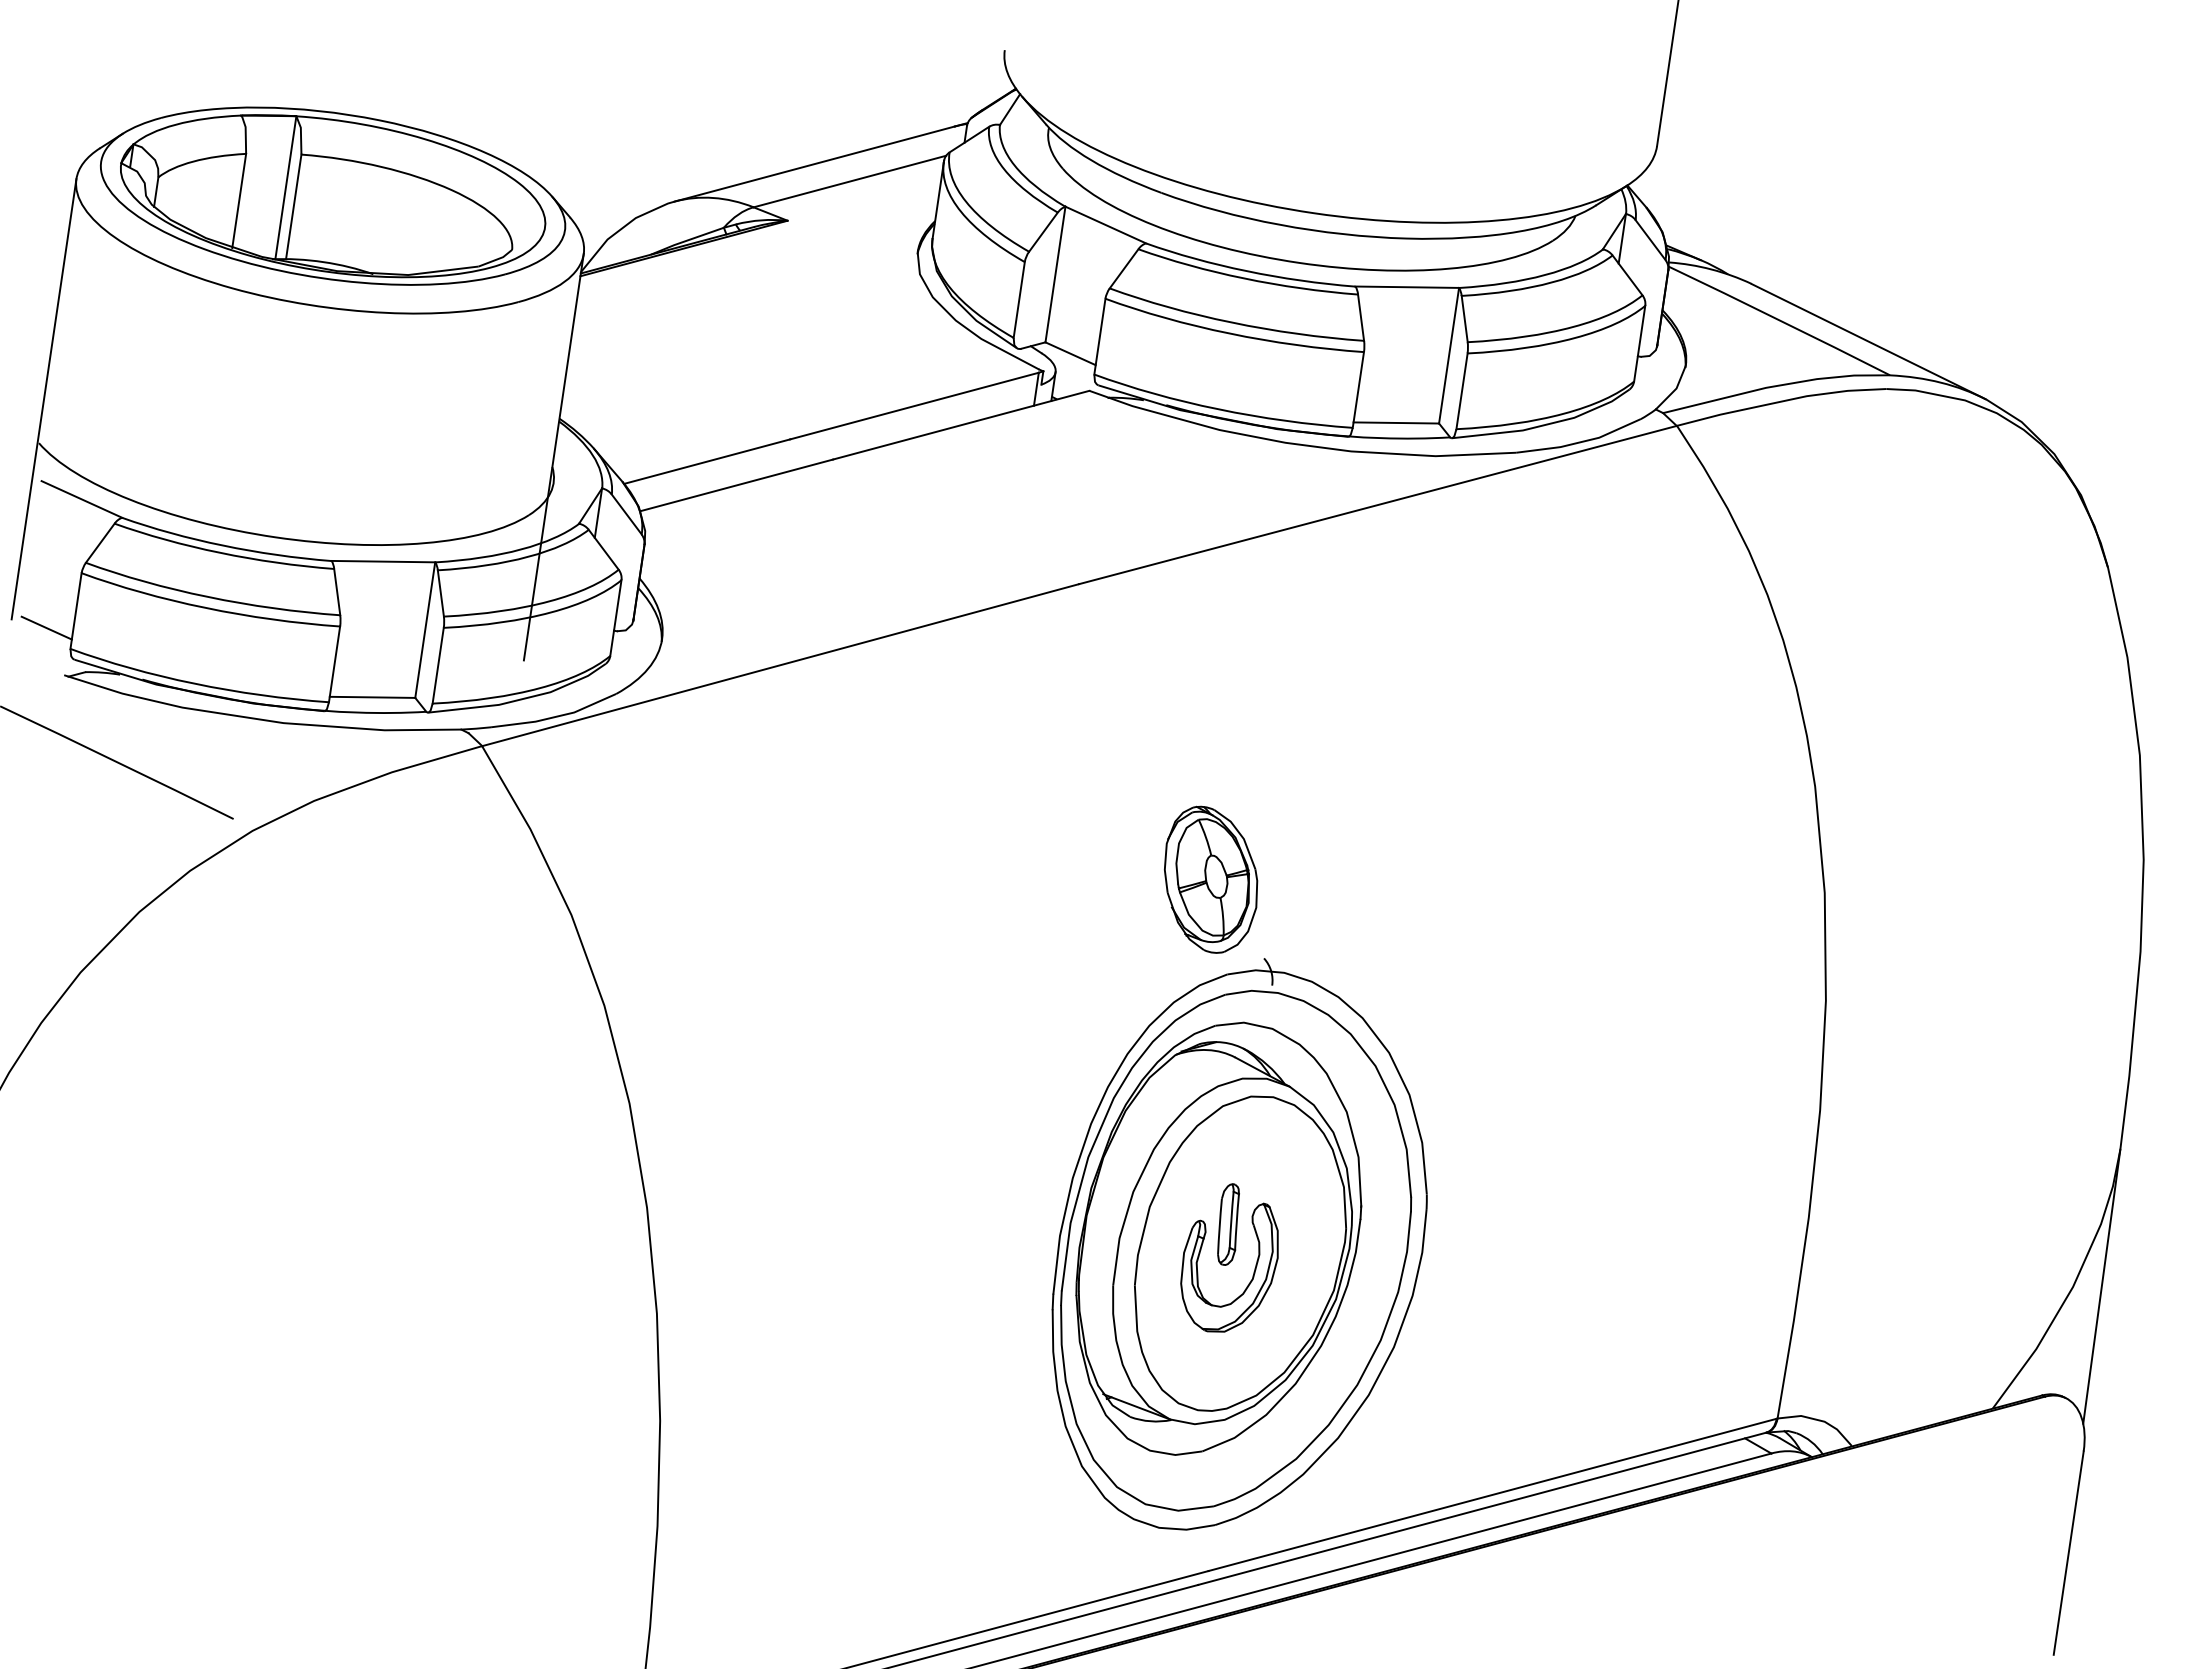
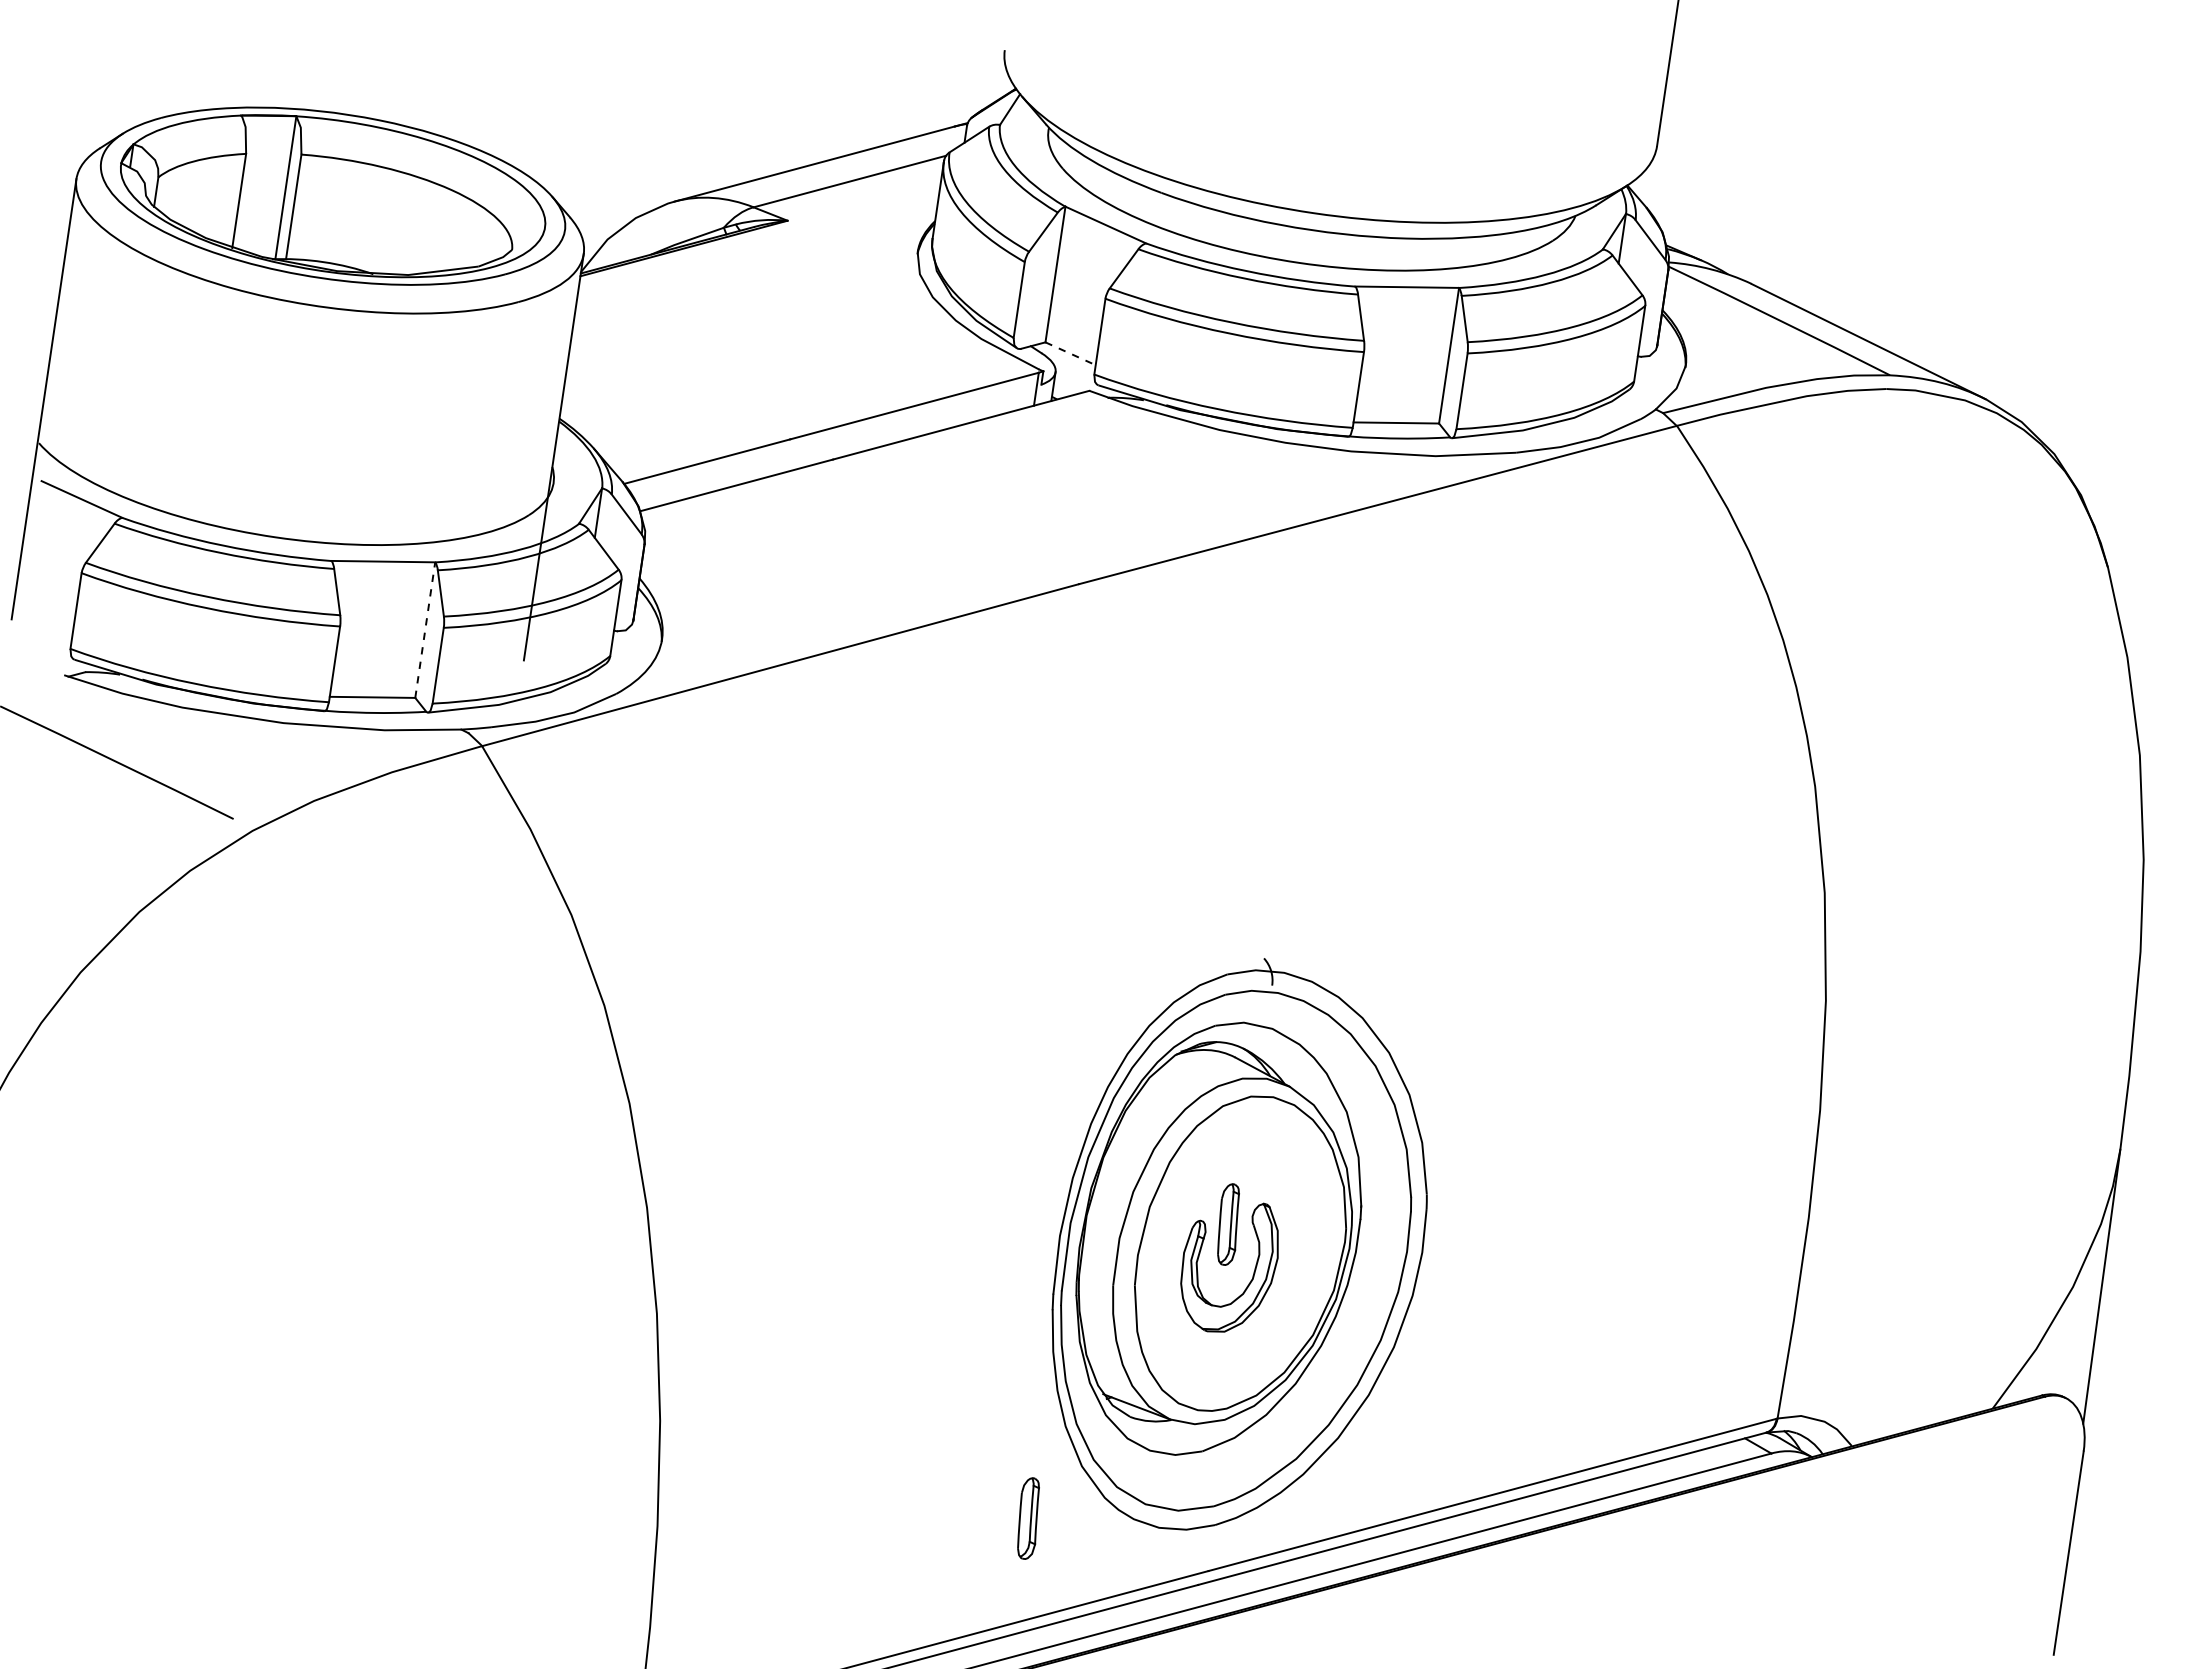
line at (1070, 353): solid -> dashed
line at (46, 627): present -> none
line at (425, 630): solid -> dashed
part at (1211, 879): present -> none
part at (1028, 1518): none -> present
